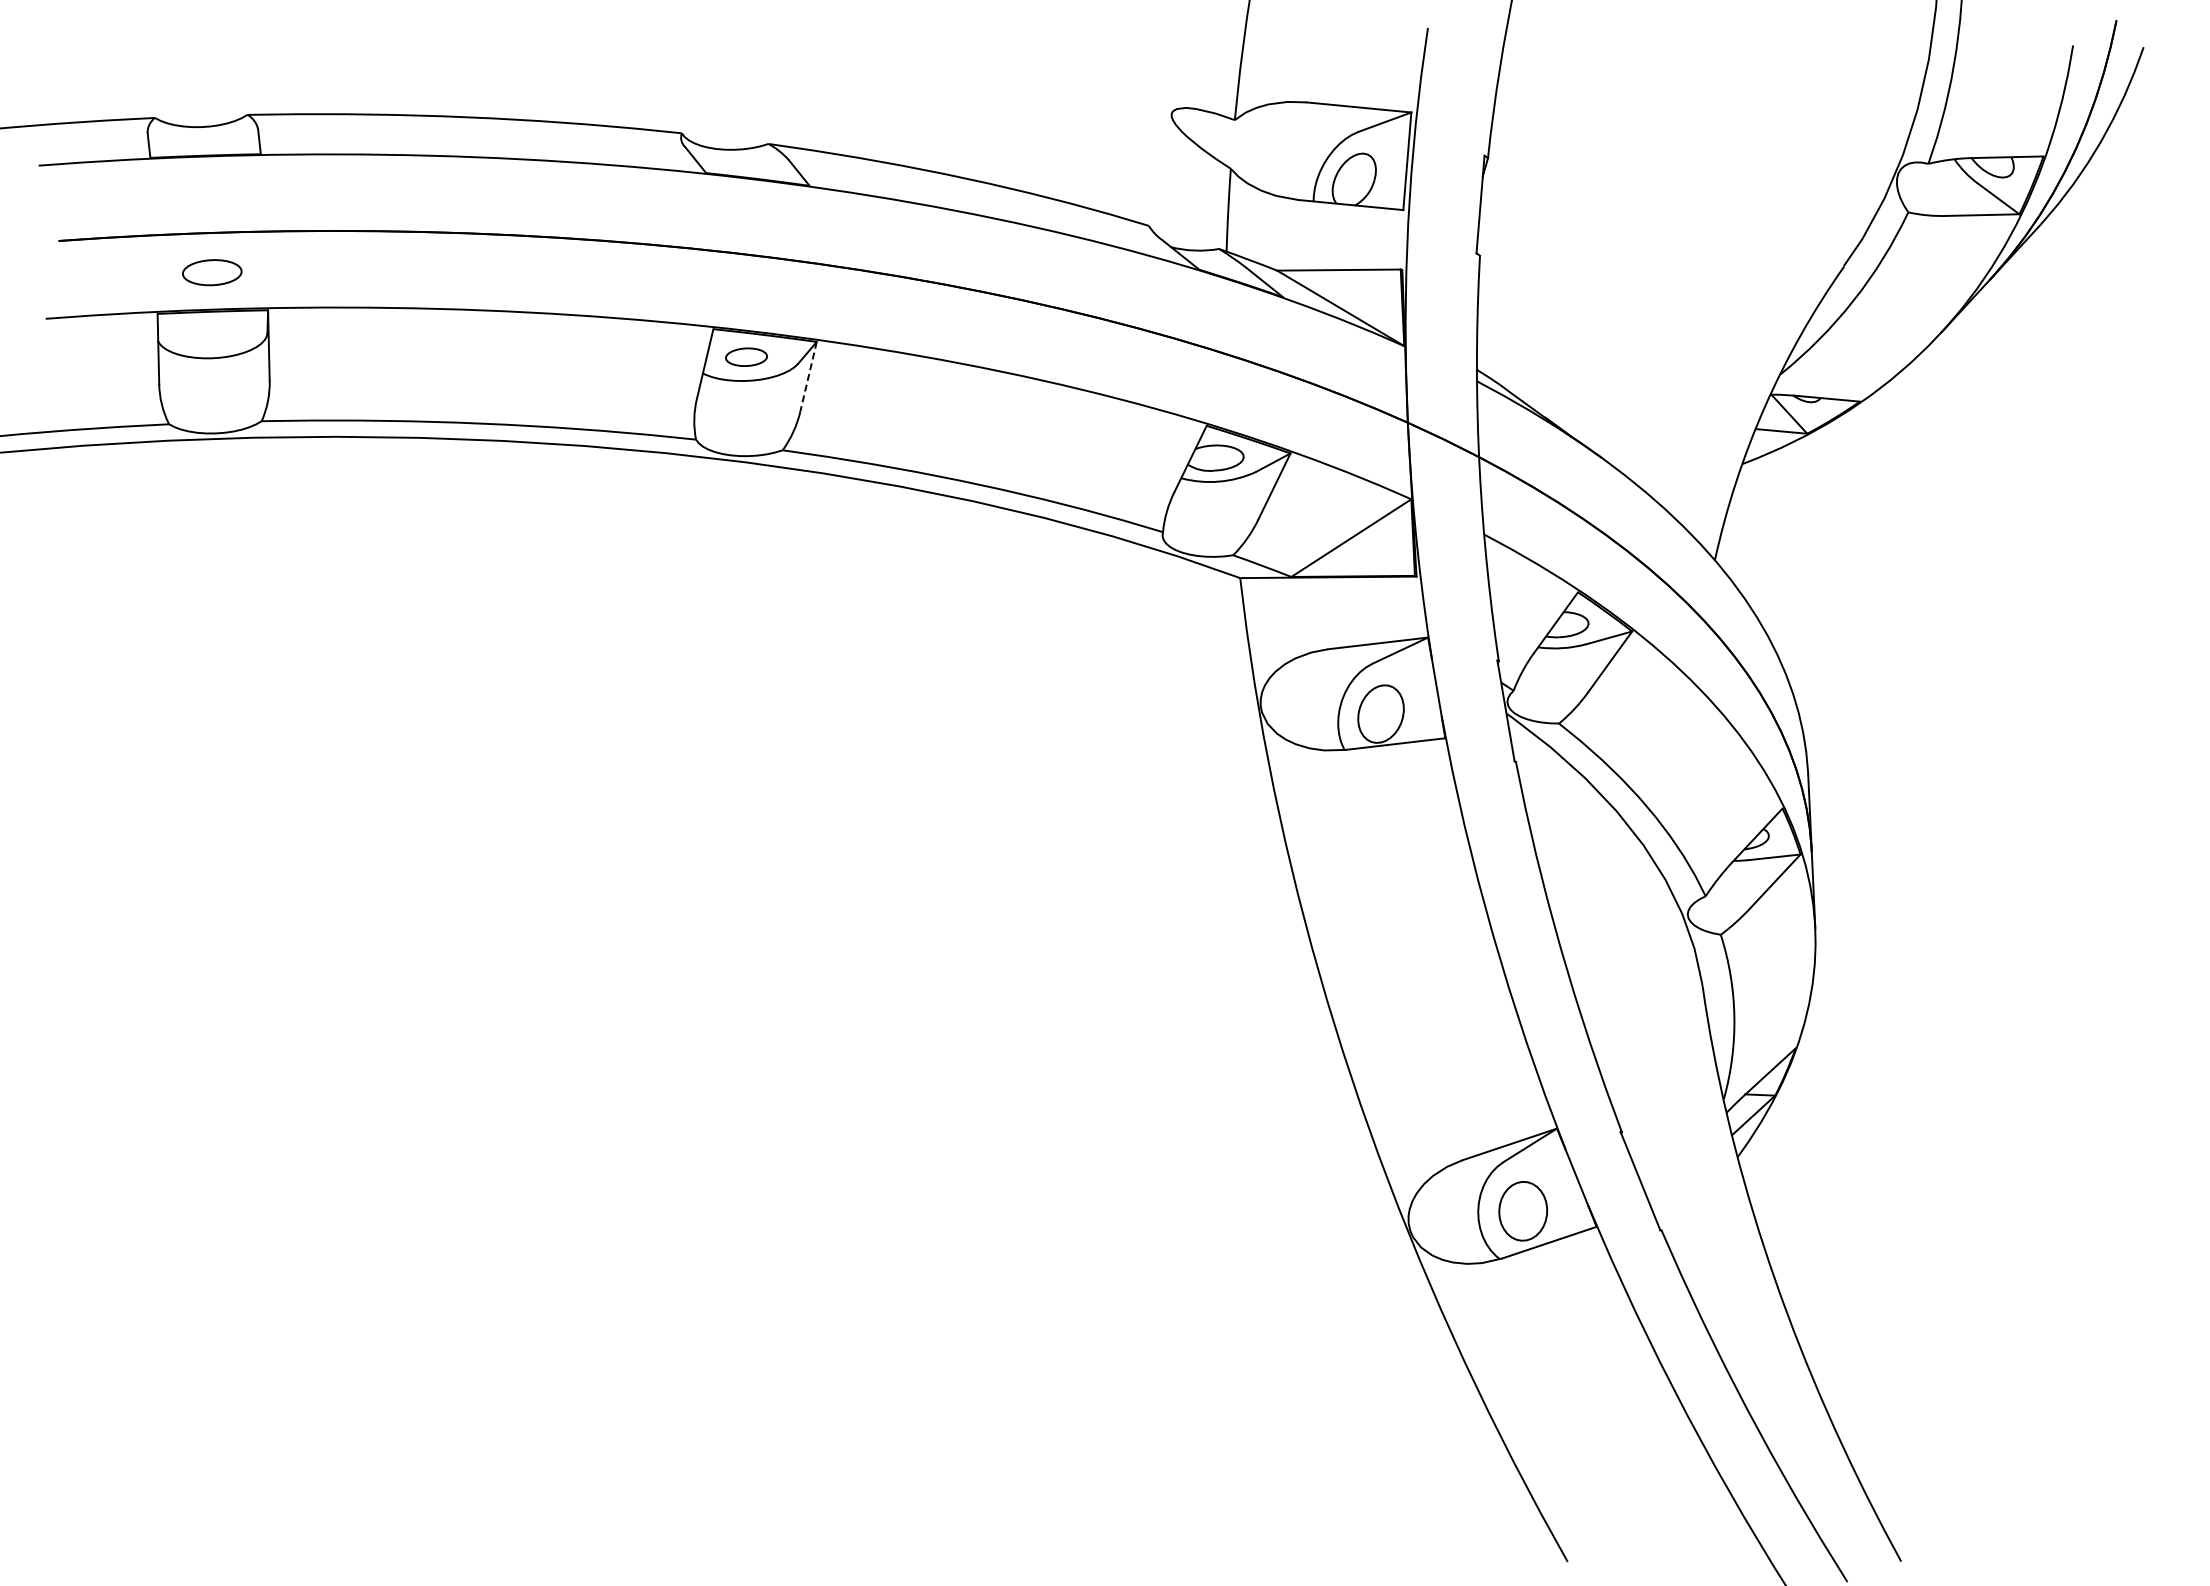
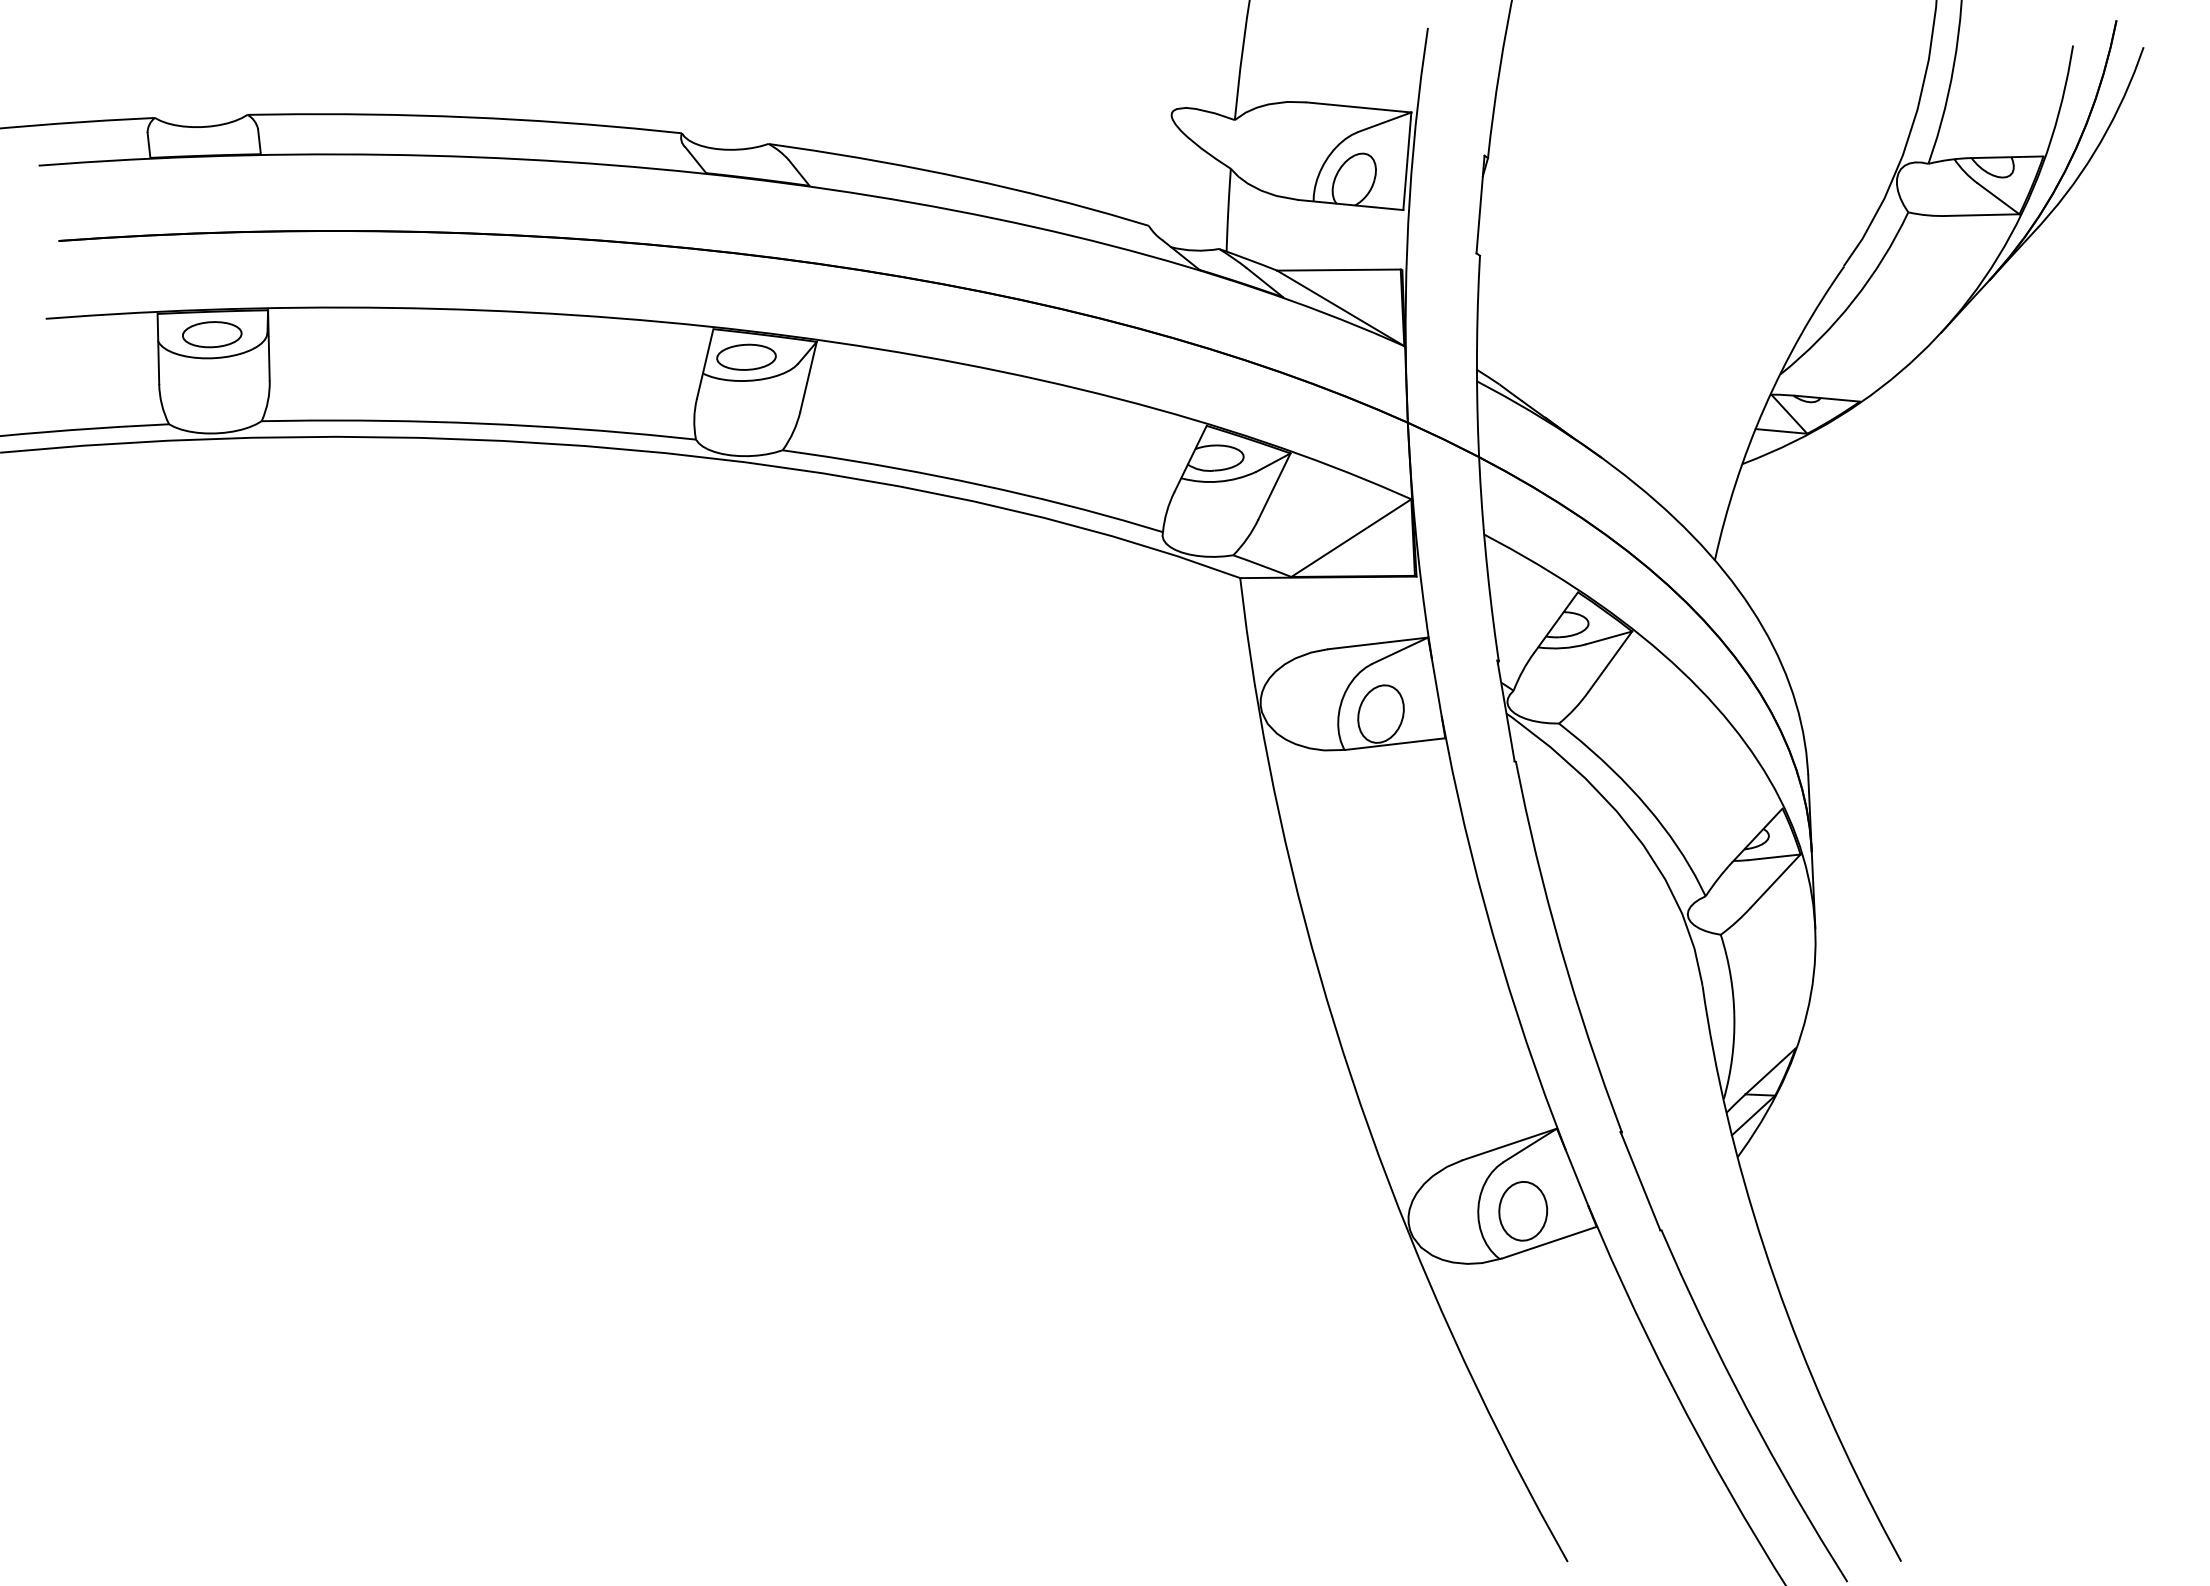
part at (212, 272) position: (212, 272) -> (212, 334)
part at (746, 356) size: 43x20 px -> 61x28 px
line at (808, 376): dashed -> solid
